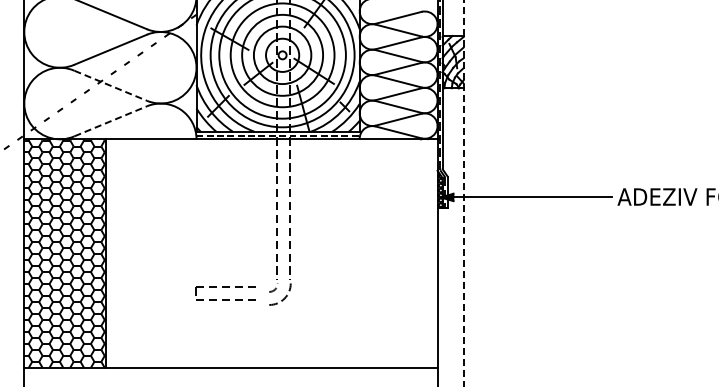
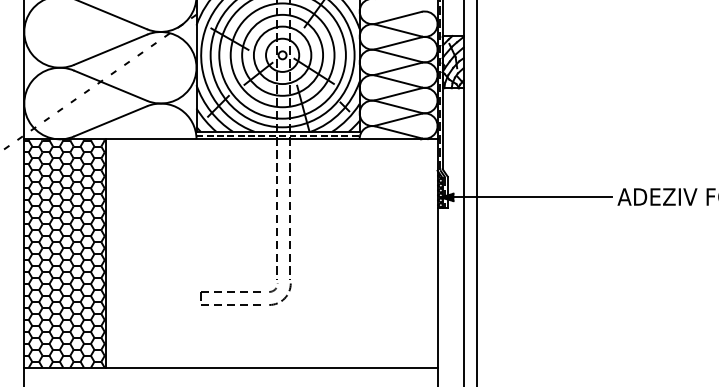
line at (111, 86): dashed -> solid
line at (111, 121): dashed -> solid
line at (477, 192): none -> present
line at (463, 193): dashed -> solid
part at (225, 293) position: (225, 293) -> (230, 298)
